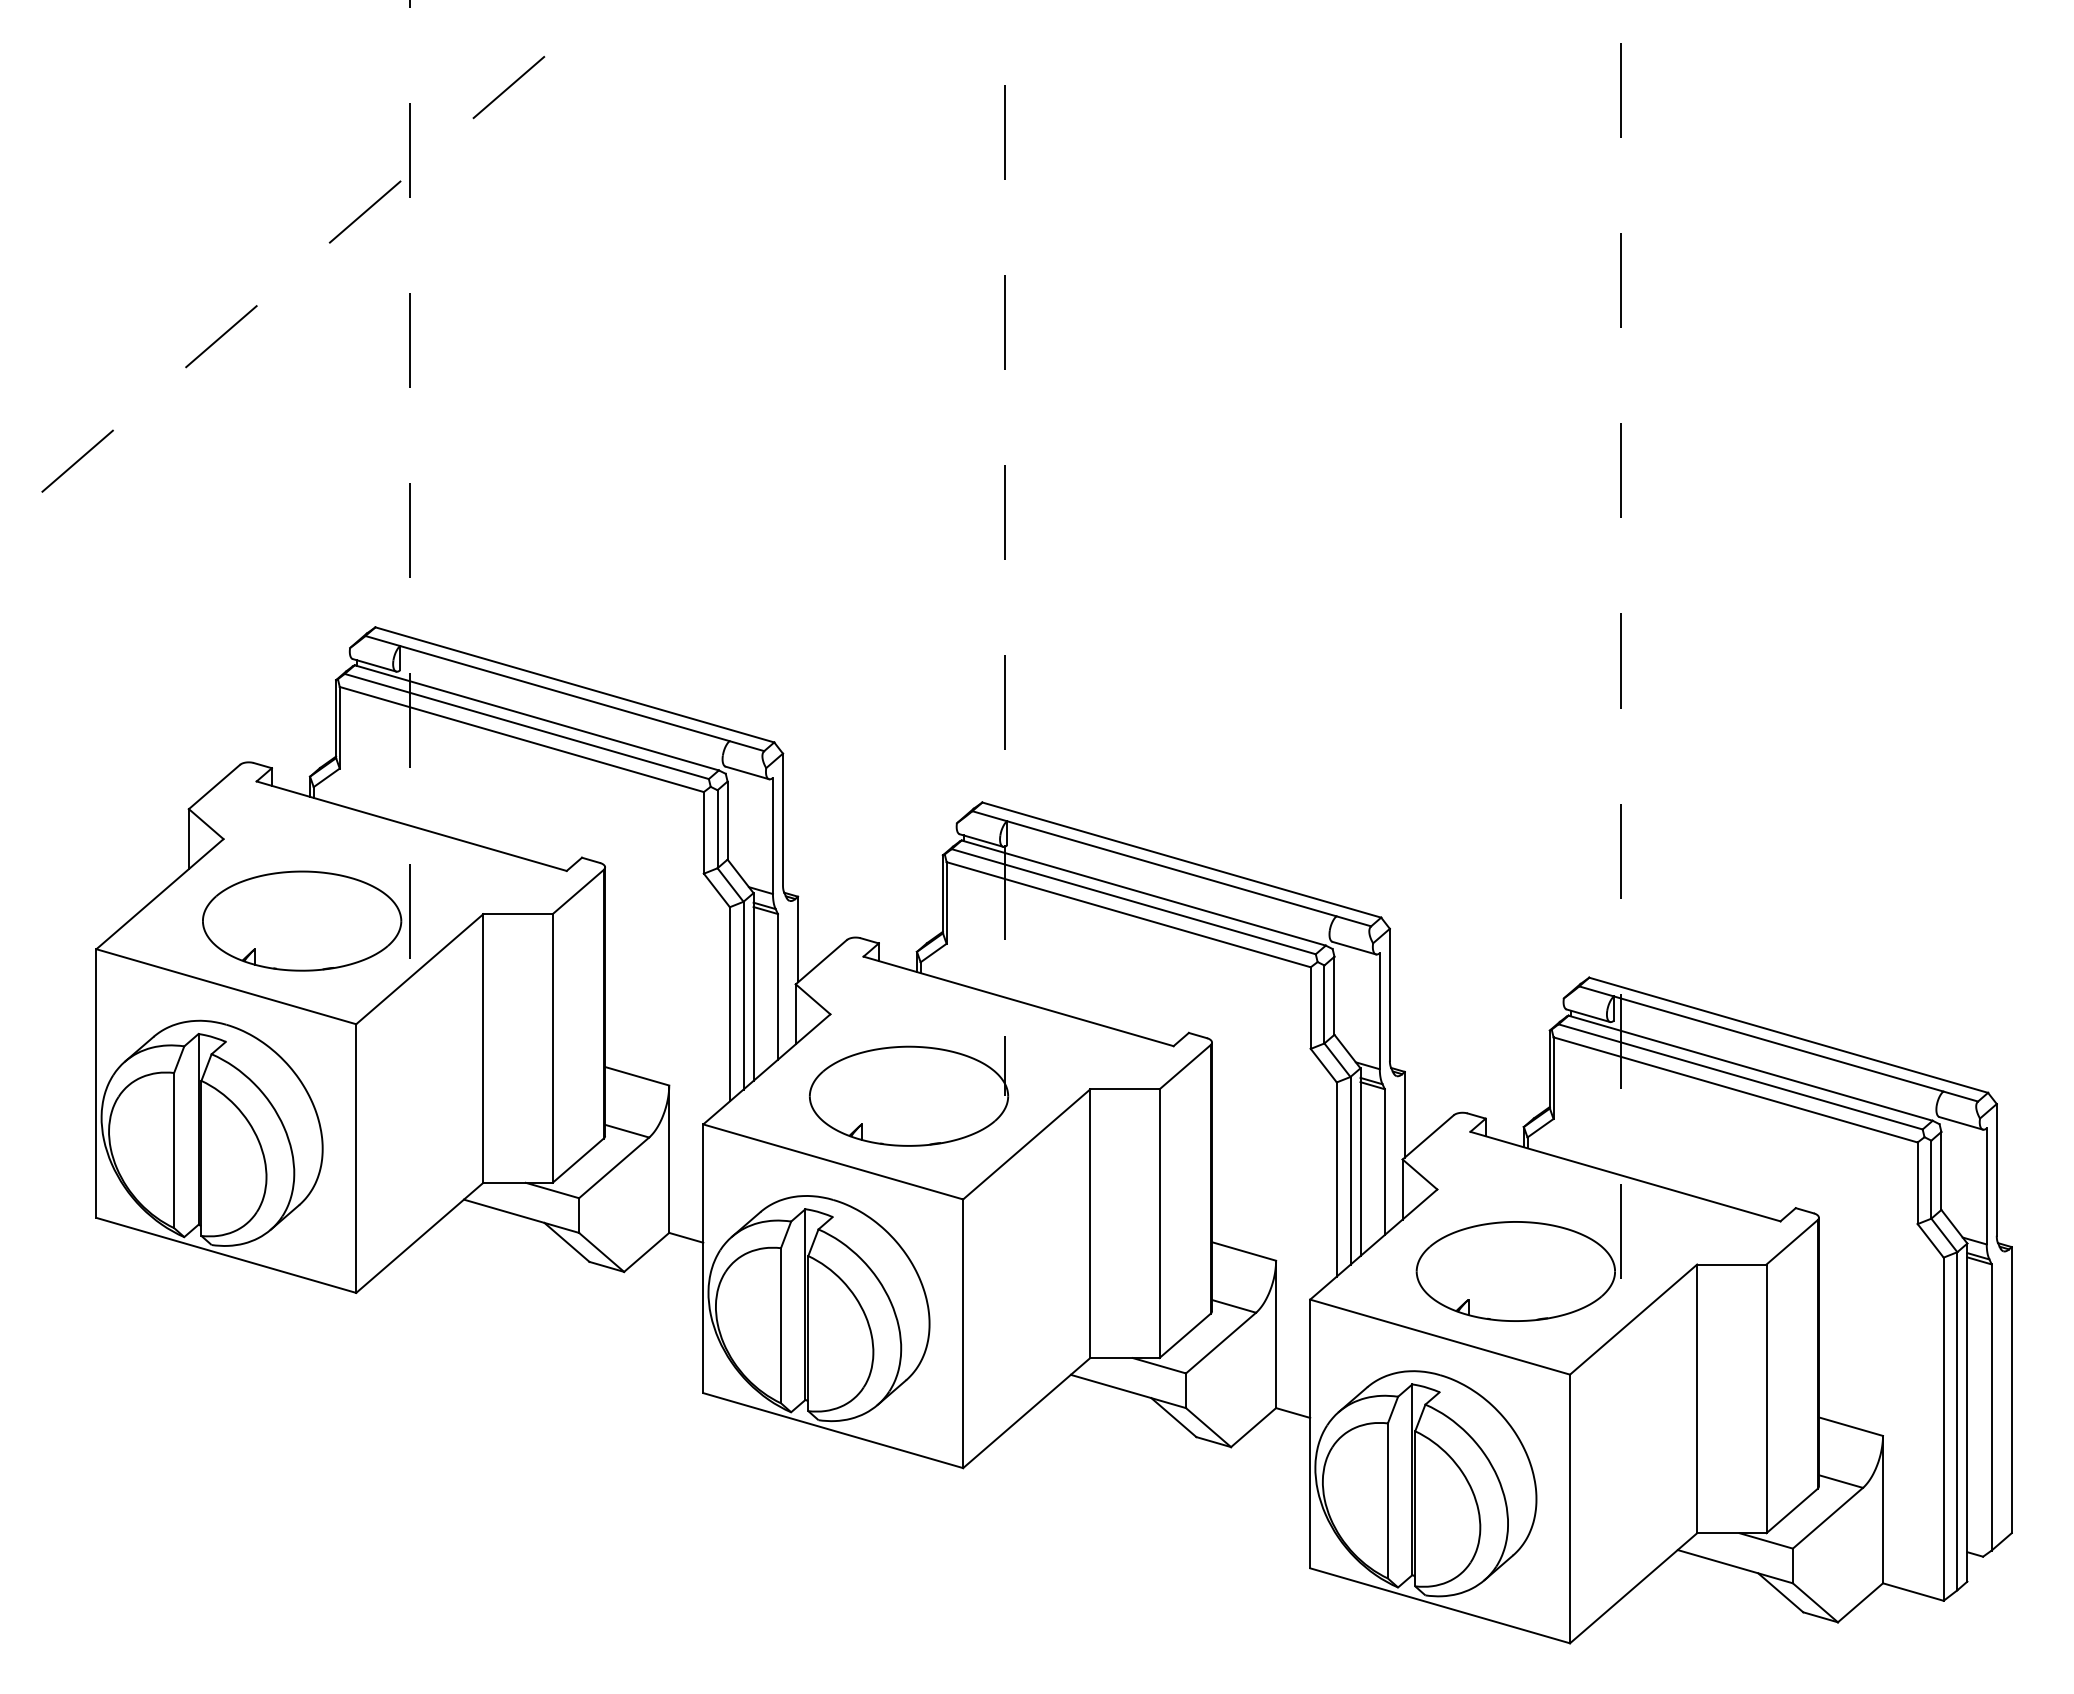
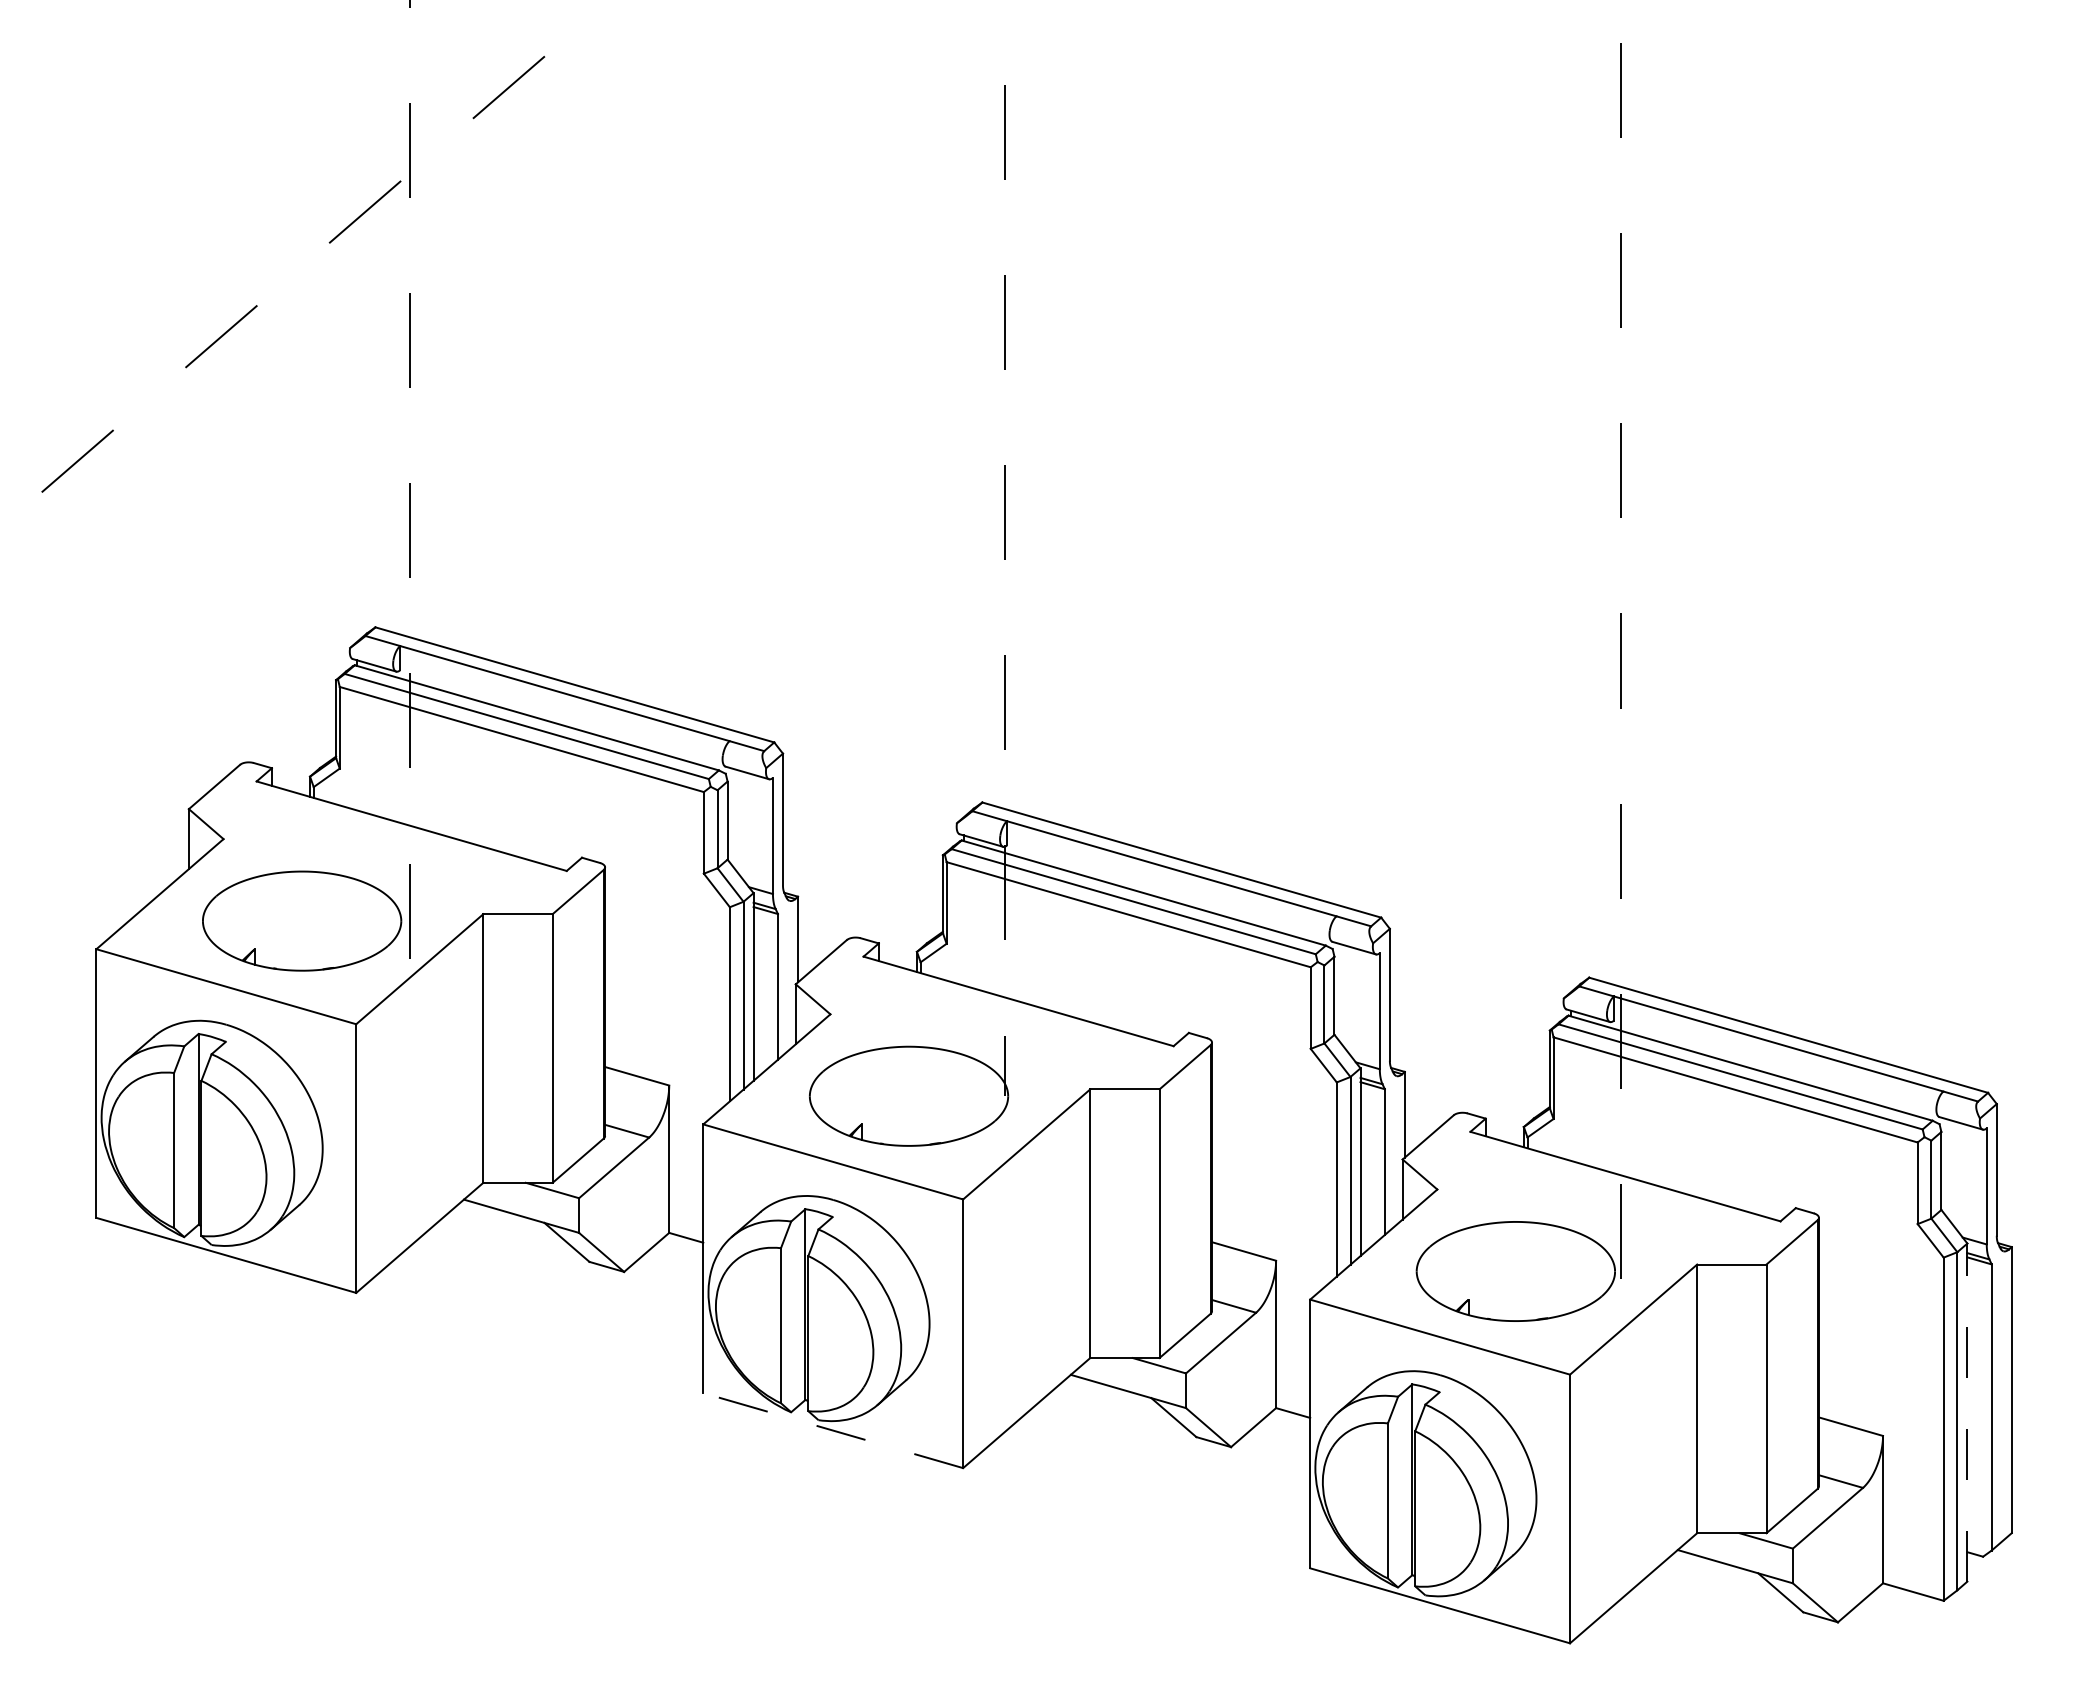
line at (1967, 1412): solid -> dashed
line at (832, 1430): solid -> dashed
